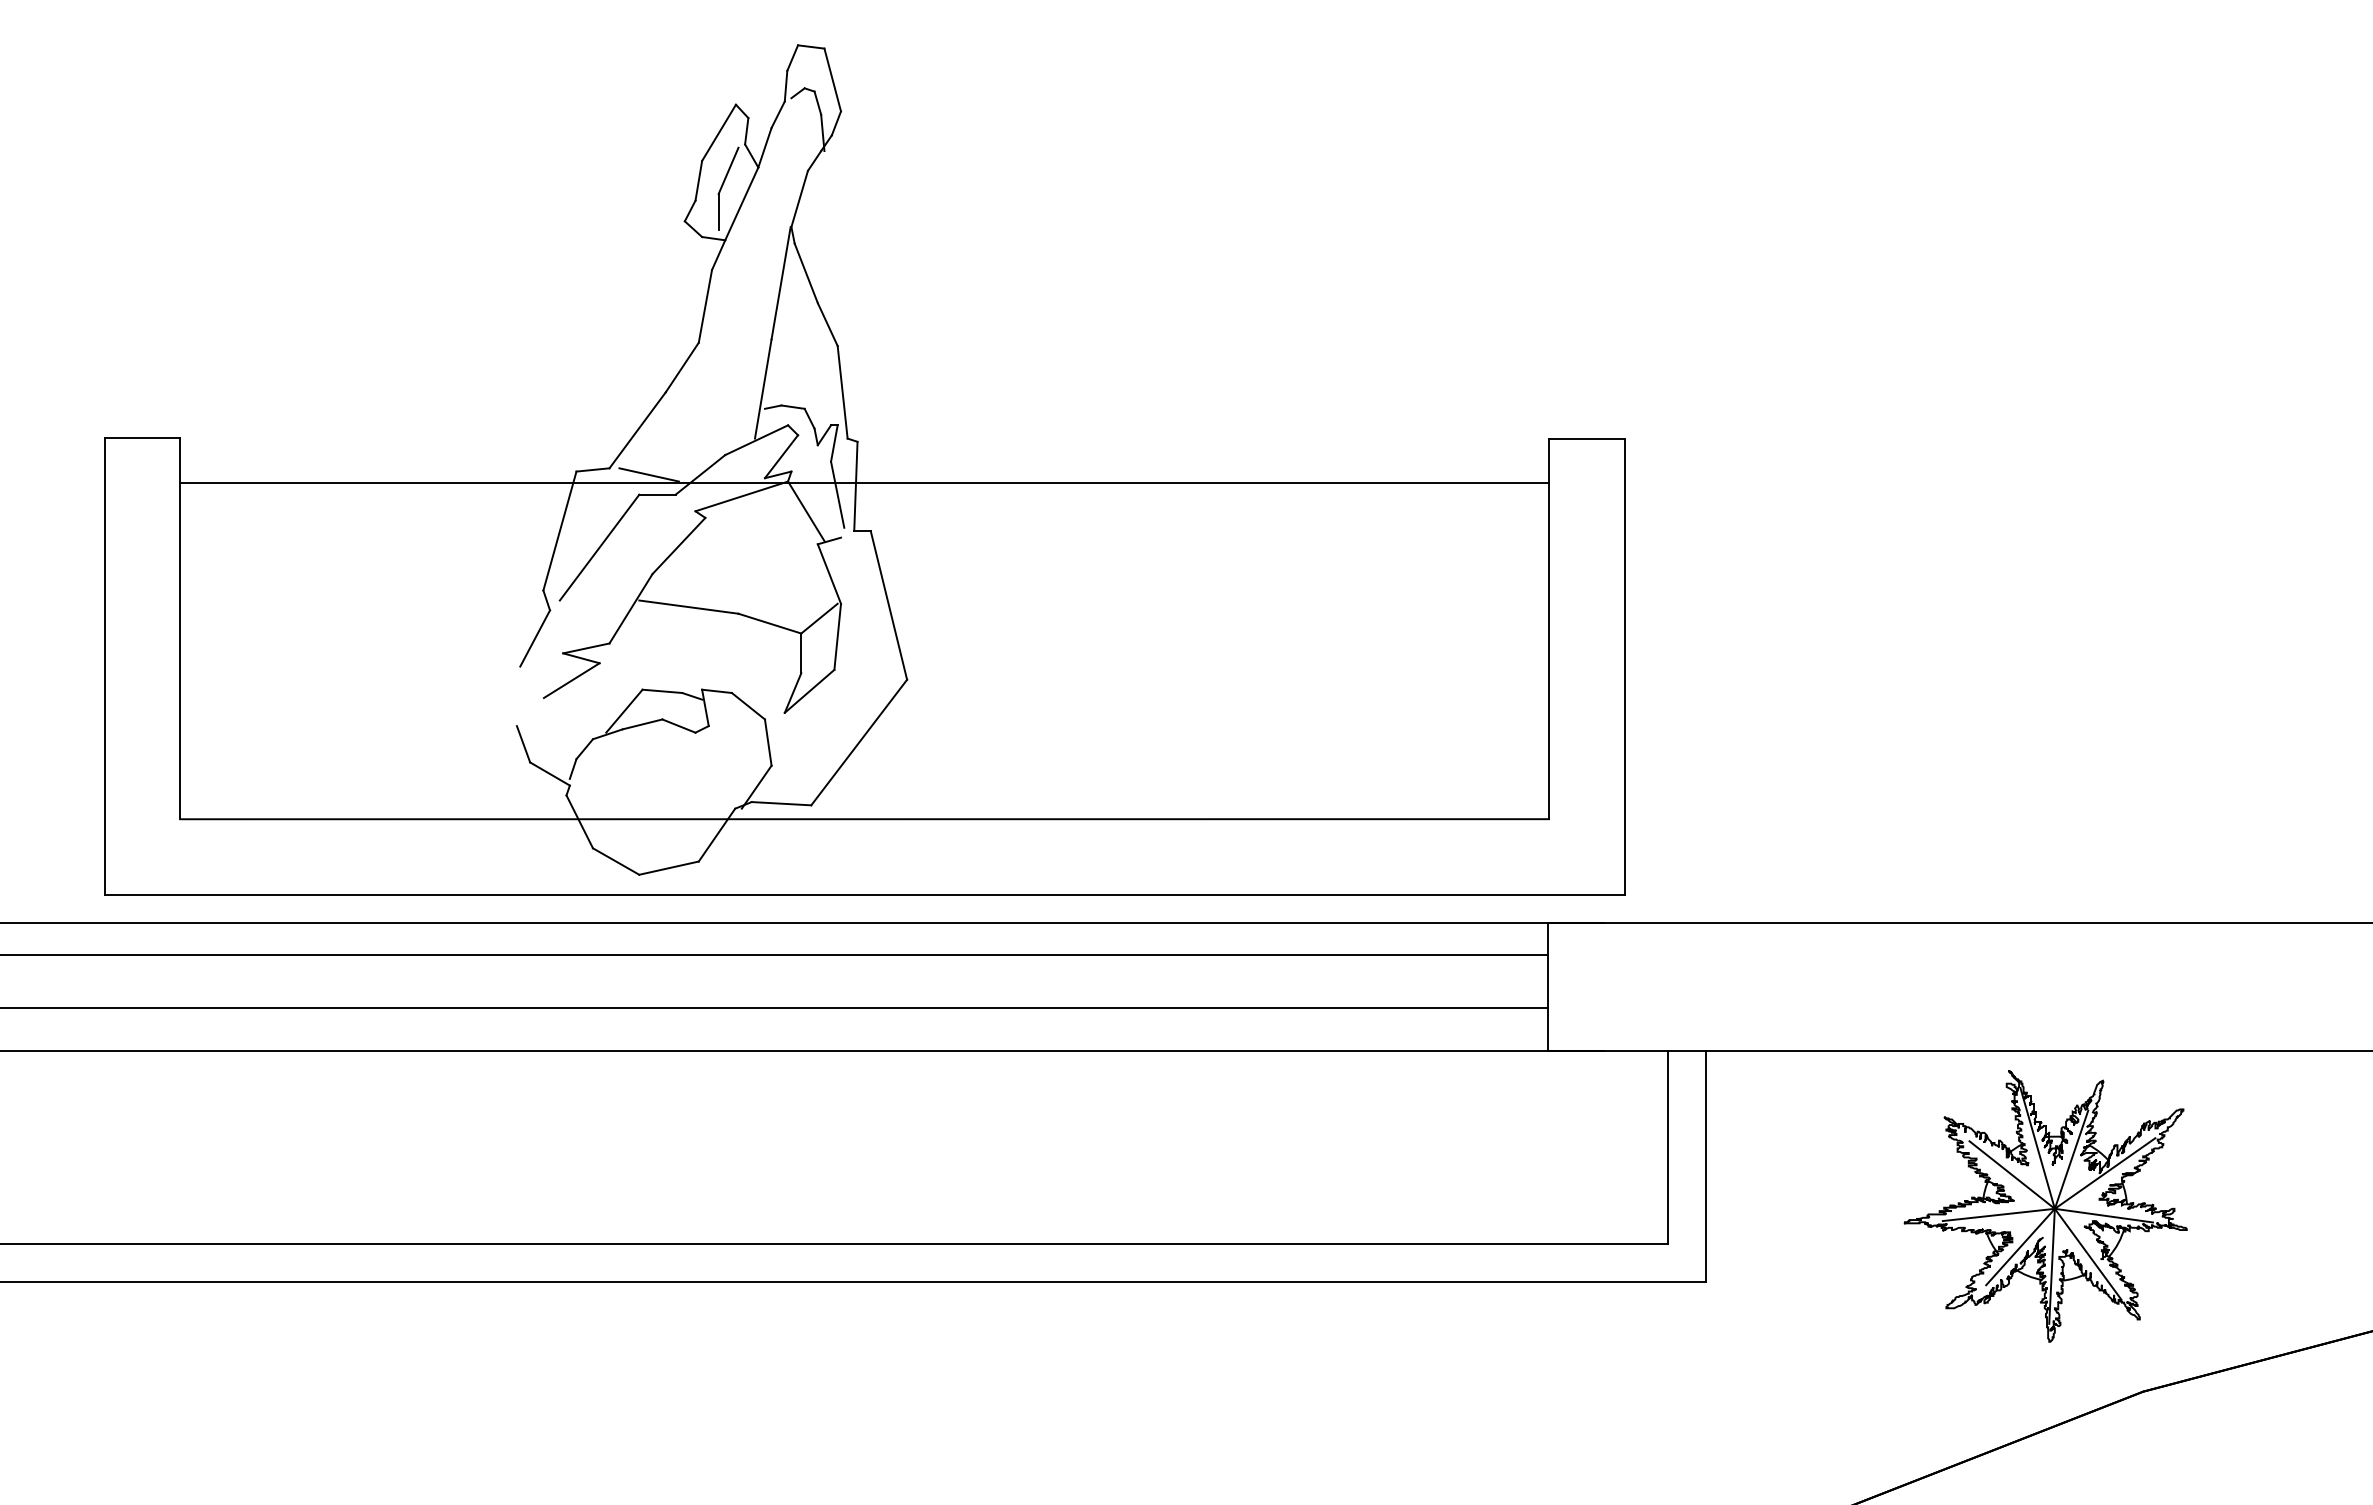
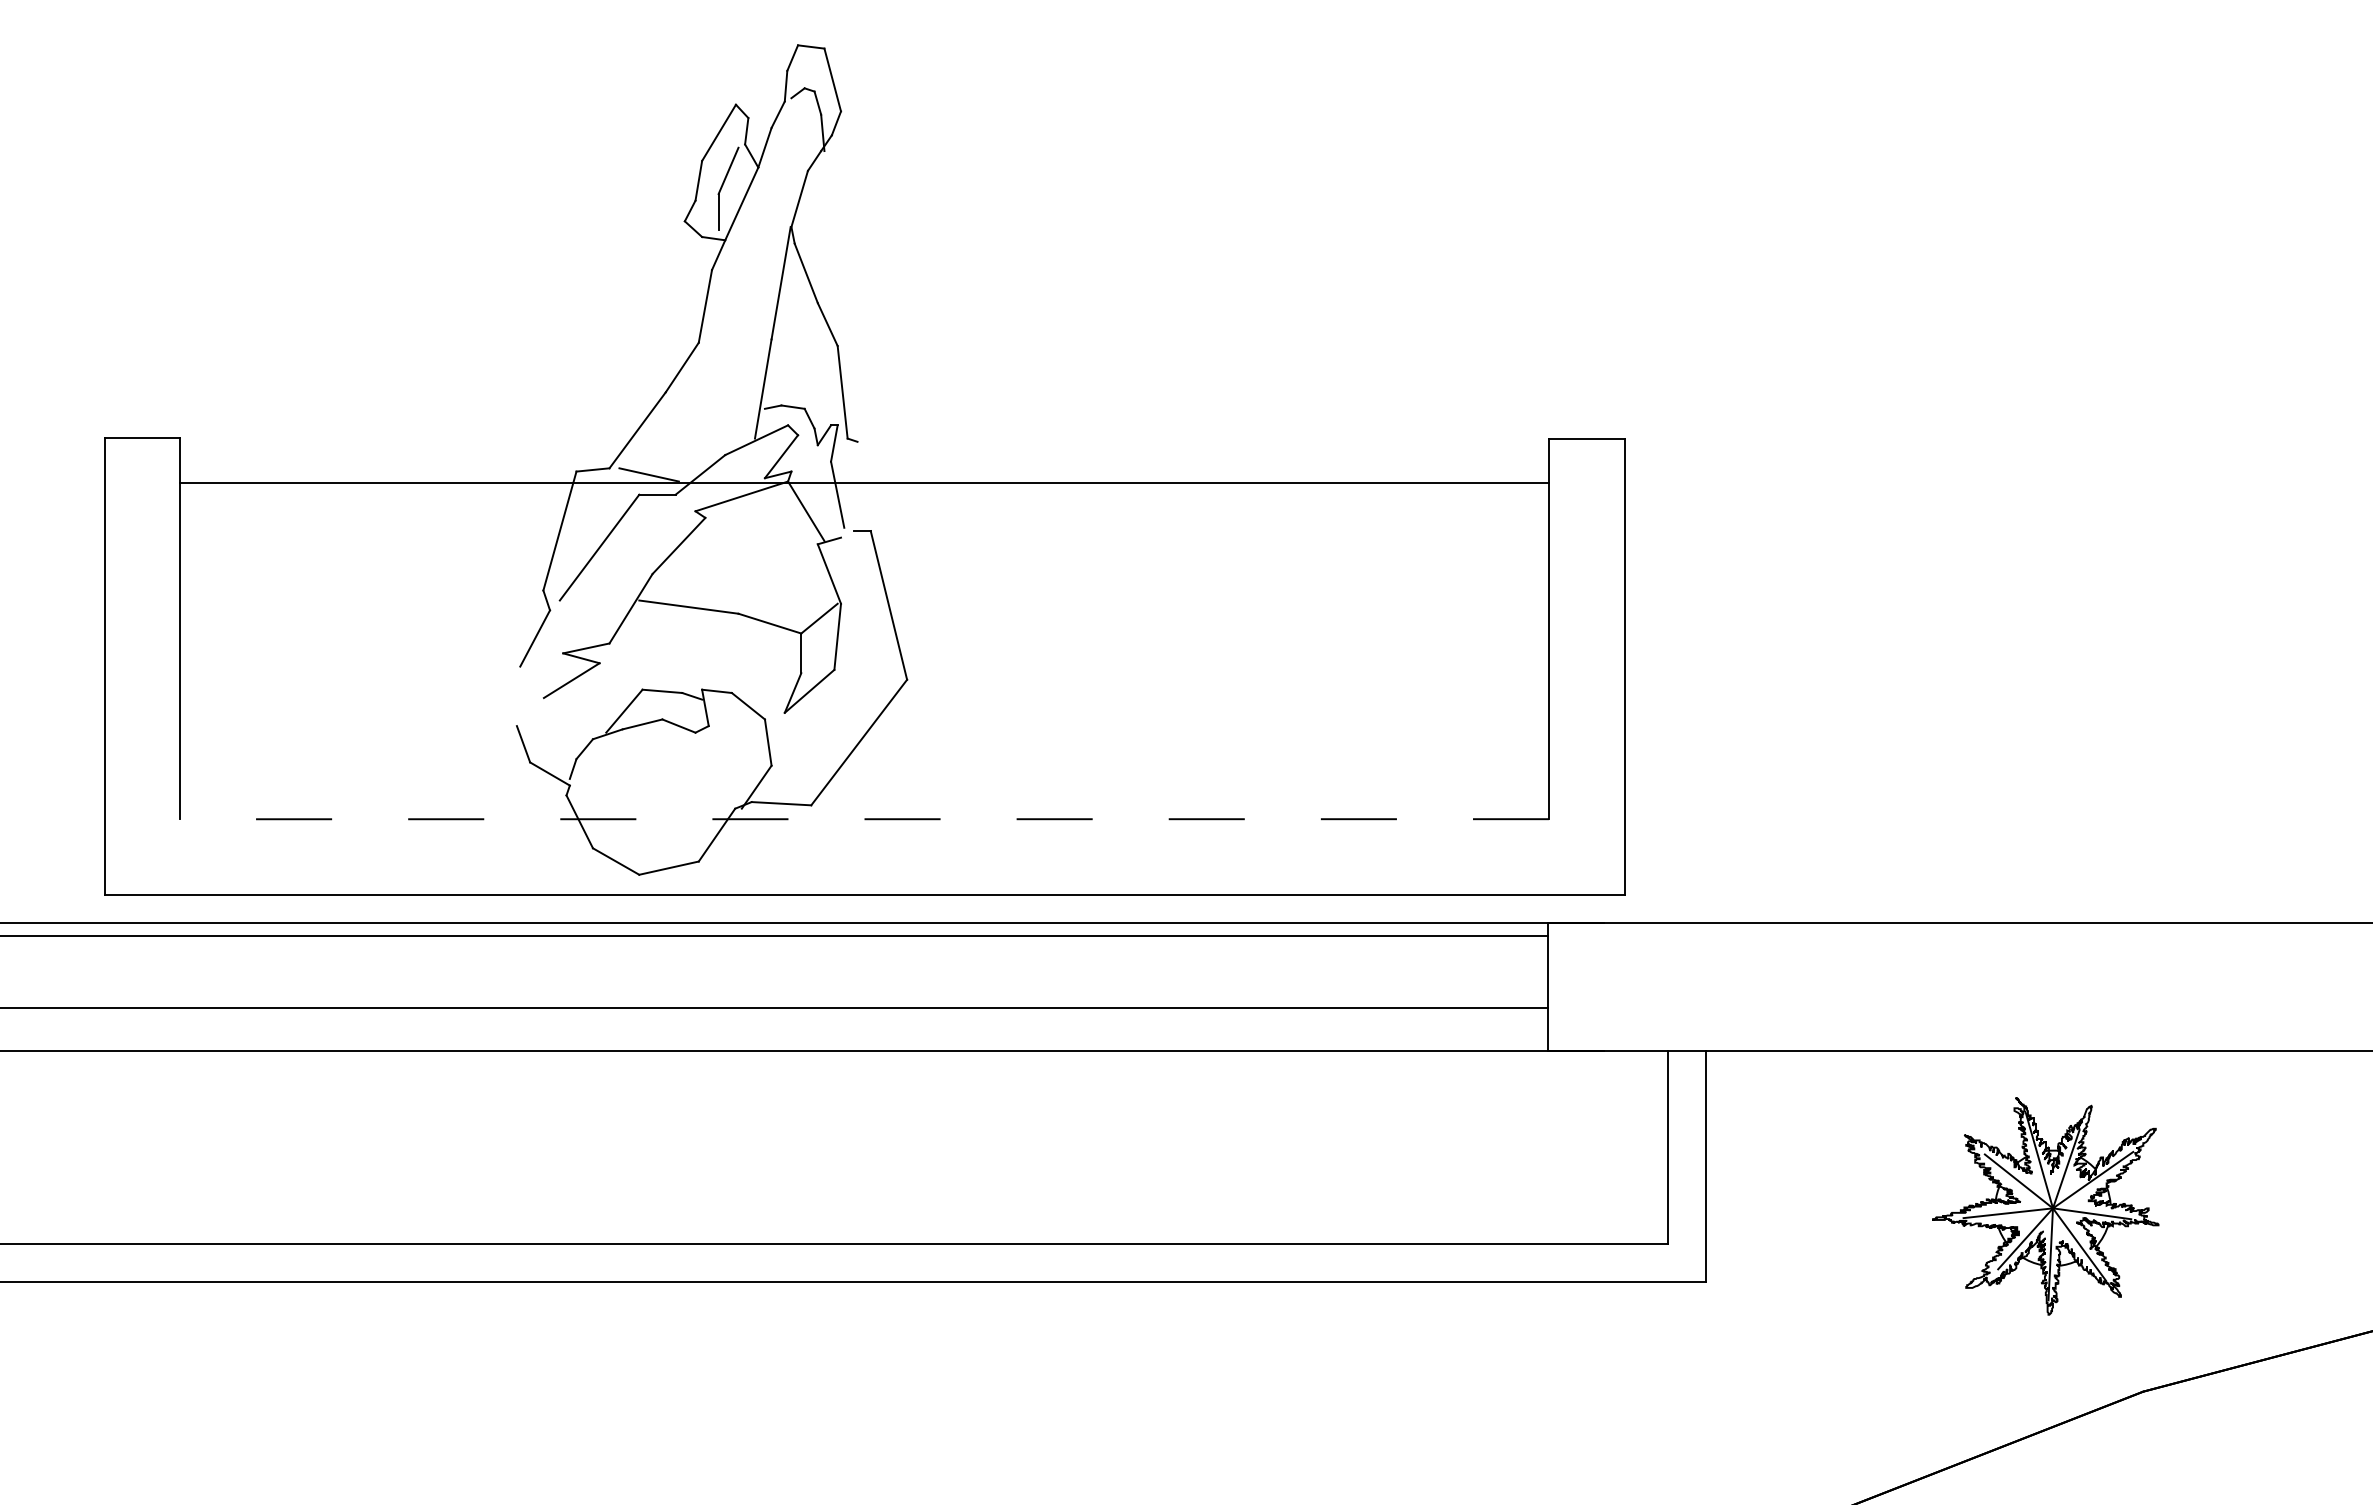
line at (855, 486): present -> none
line at (864, 819): solid -> dashed
line at (774, 955) position: (774, 955) -> (774, 936)
part at (2045, 1206) size: 285x273 px -> 228x219 px
